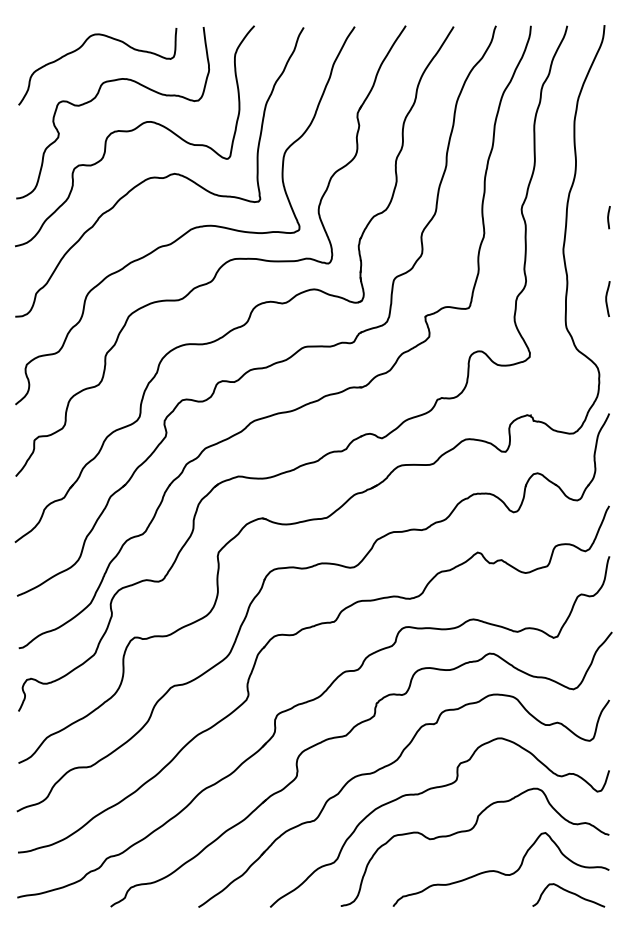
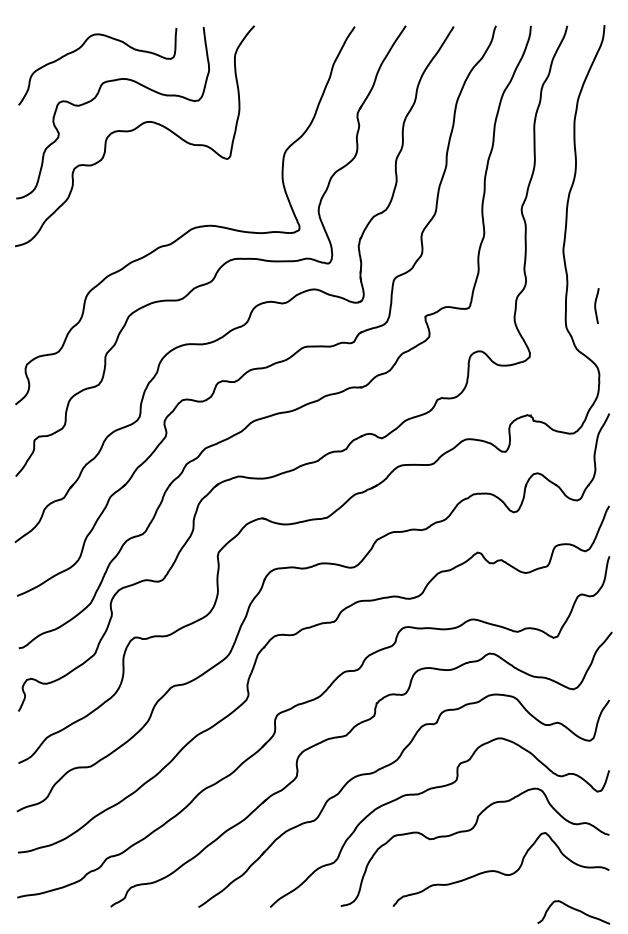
curve at (157, 176): present -> none
curve at (608, 217): present -> none
curve at (607, 298) position: (607, 298) -> (596, 305)
curve at (570, 893) position: (570, 893) -> (575, 910)
